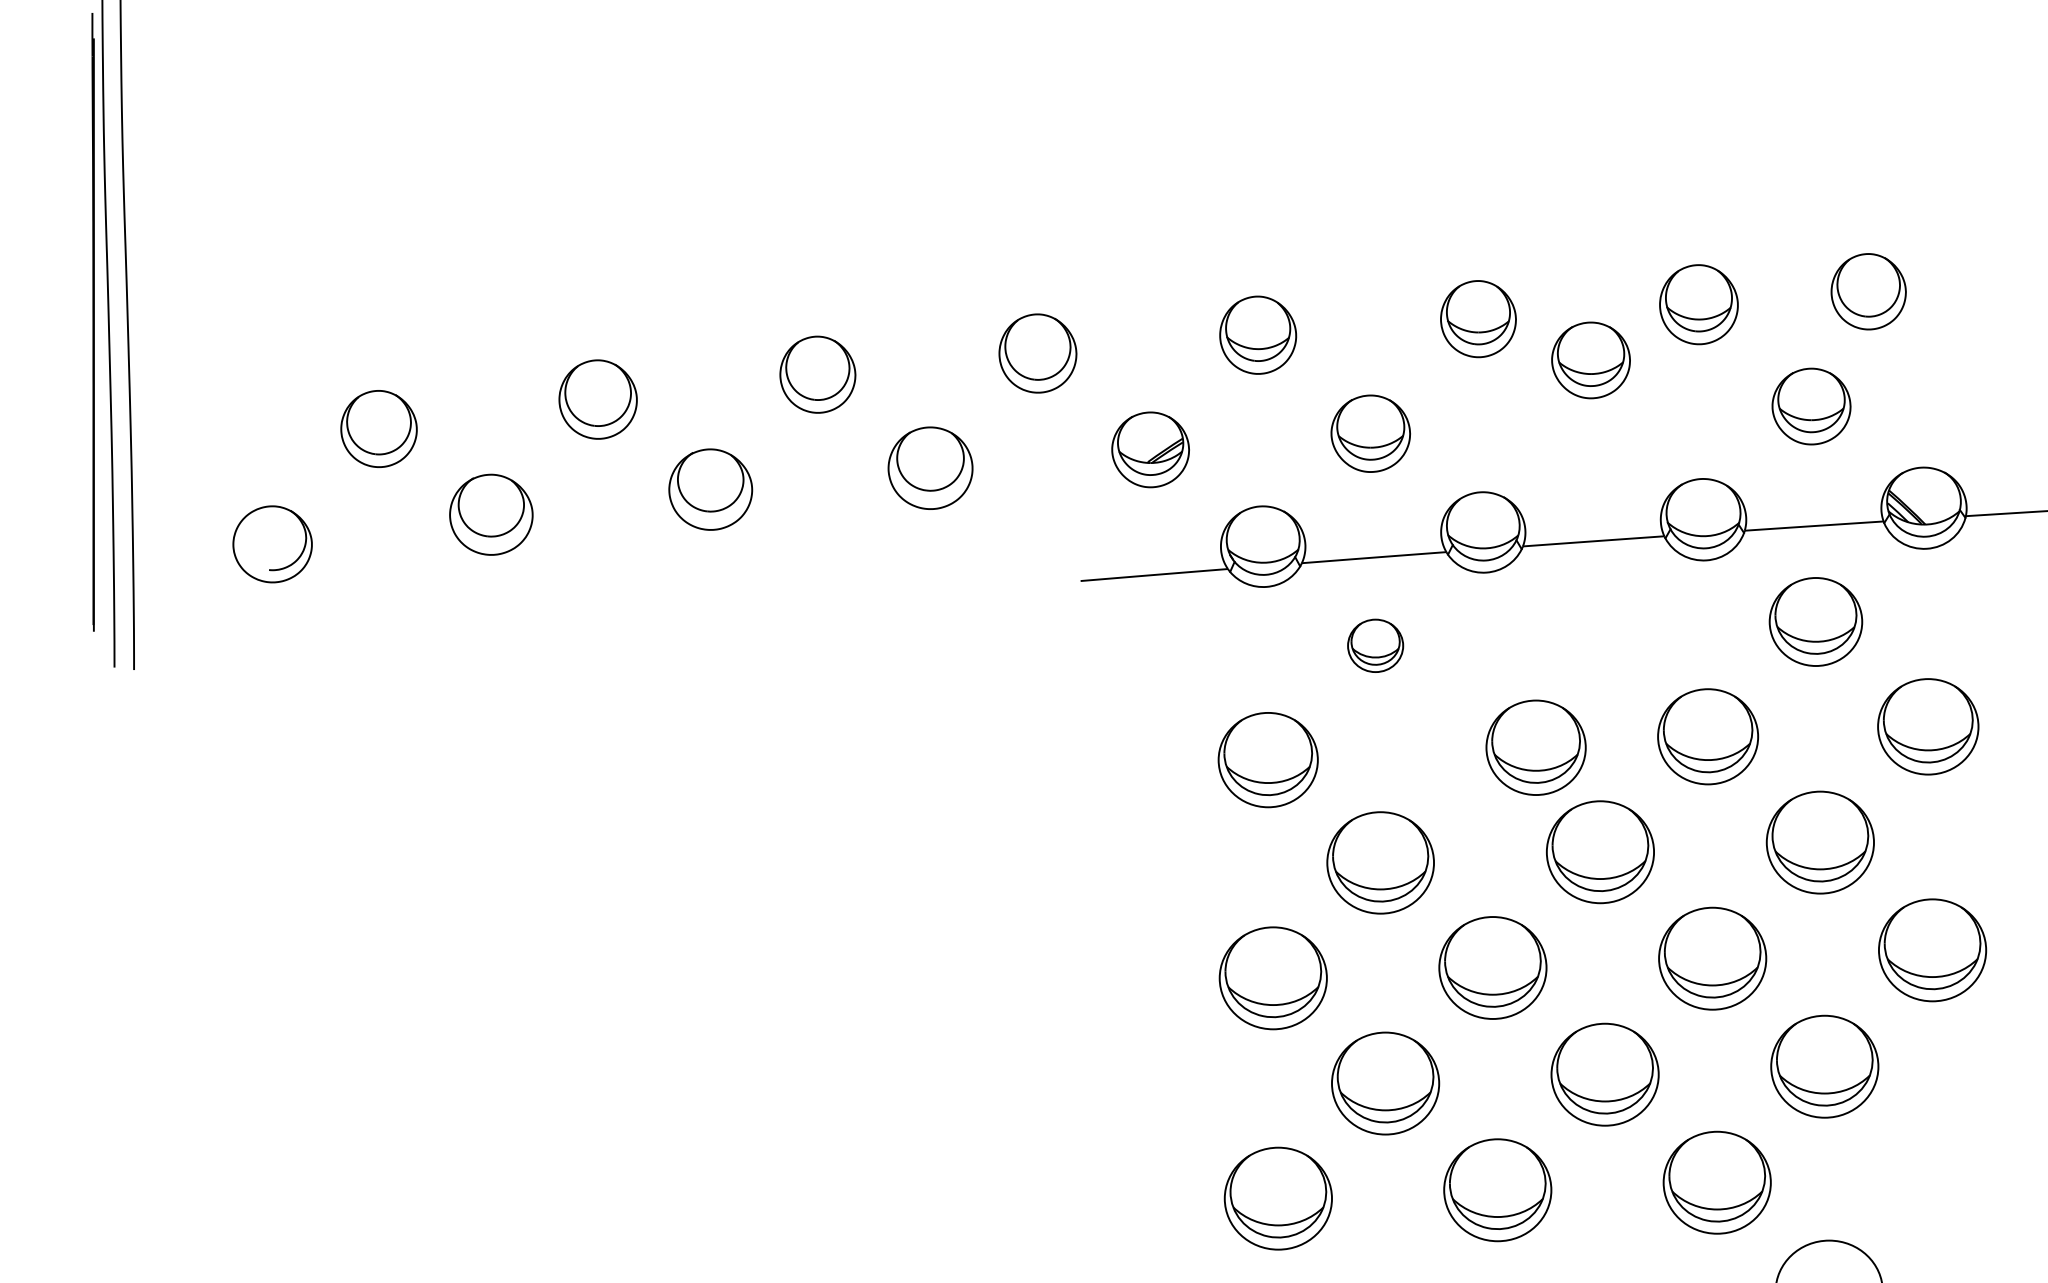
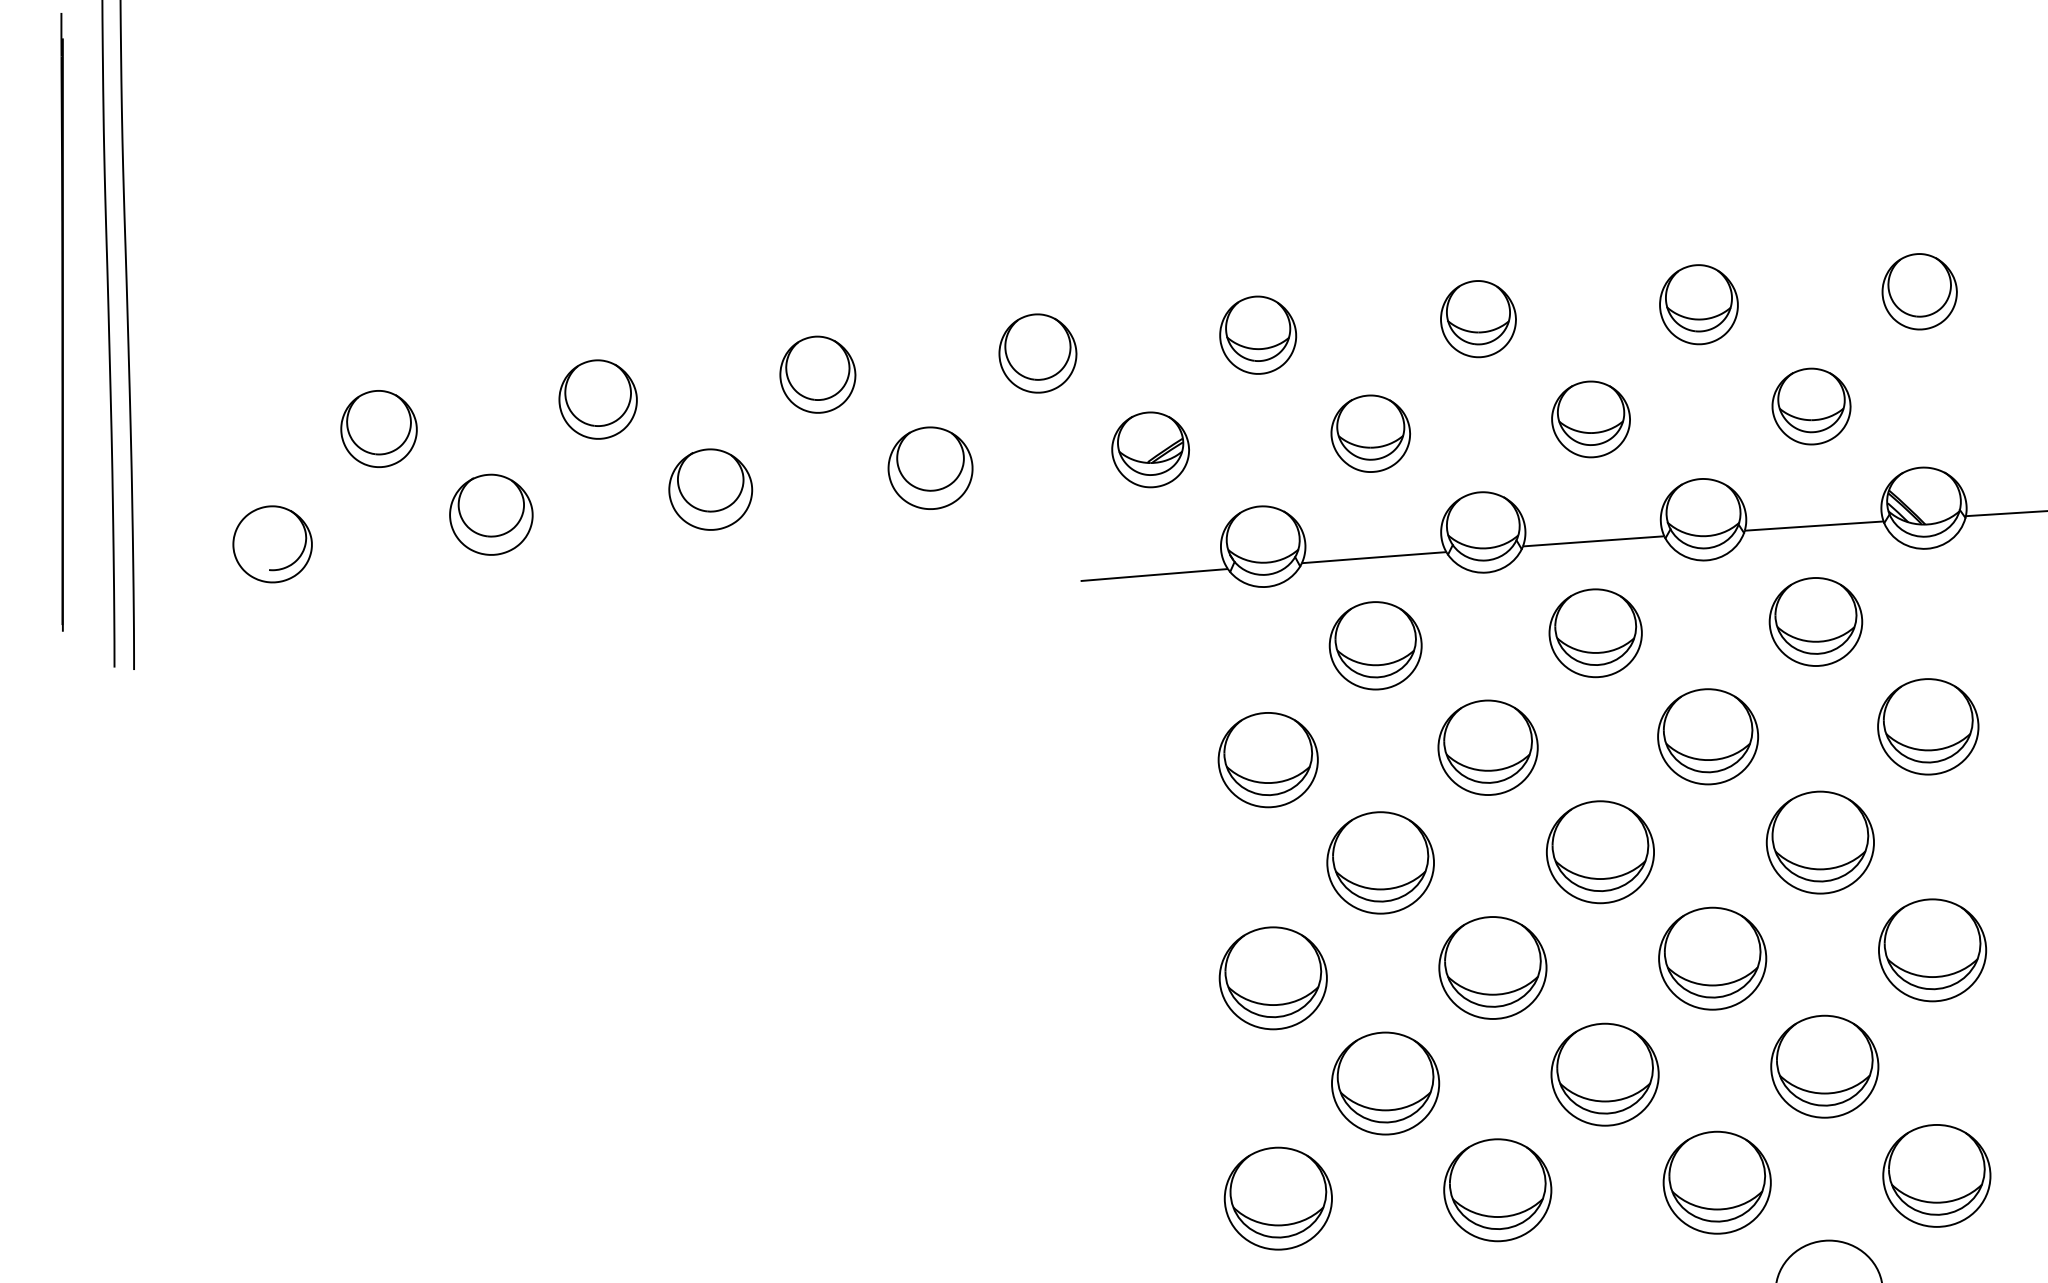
part at (1868, 291) position: (1868, 291) -> (1919, 291)
line at (92, 322) position: (92, 322) -> (61, 322)
part at (1590, 360) position: (1590, 360) -> (1590, 419)
part at (1595, 633): none -> present
part at (1375, 645) size: 58x55 px -> 95x90 px
part at (1535, 747) position: (1535, 747) -> (1487, 747)
part at (1936, 1175): none -> present
